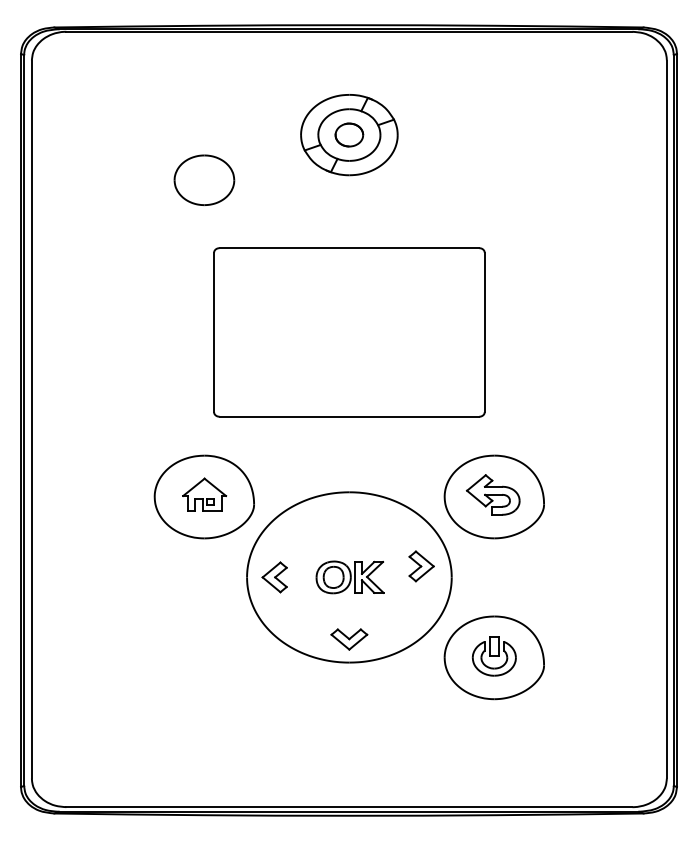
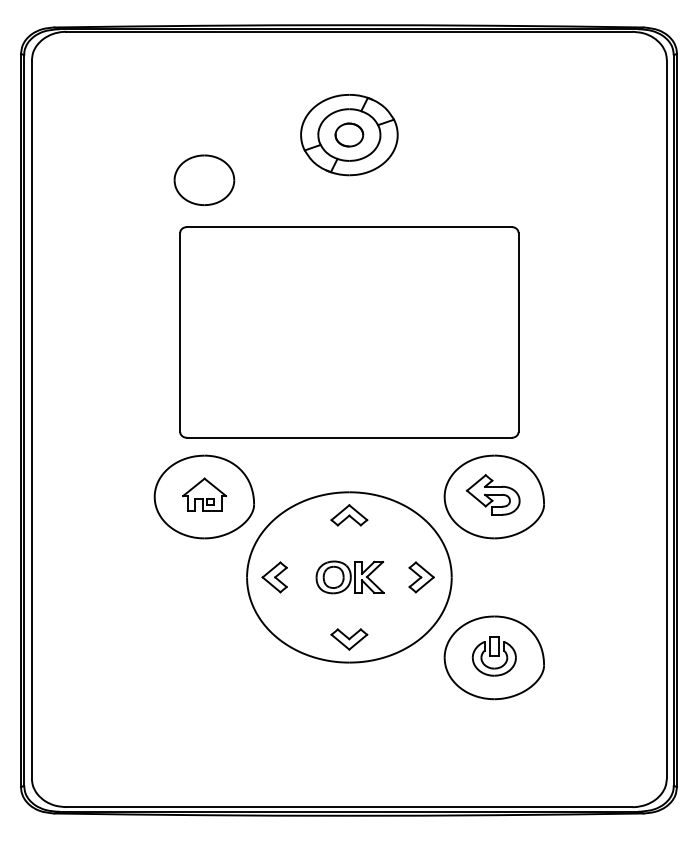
part at (349, 332) size: 273x171 px -> 341x213 px
part at (349, 515): none -> present
part at (421, 566) position: (421, 566) -> (421, 577)
